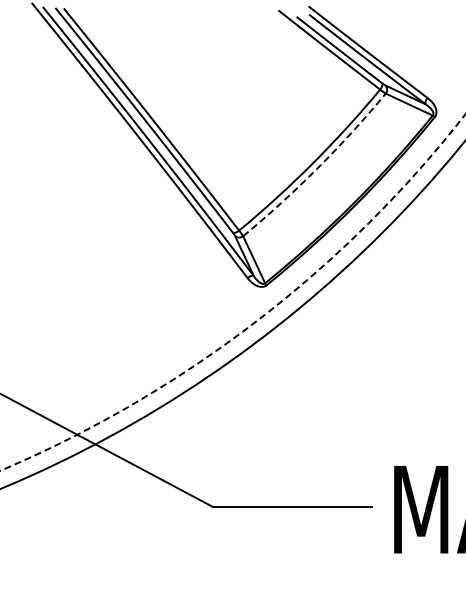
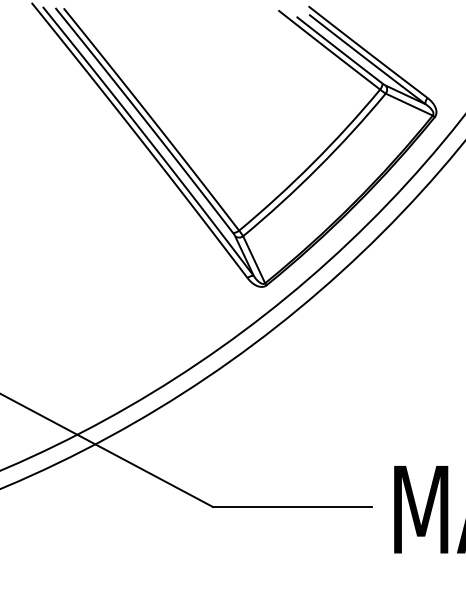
arc at (317, 168): dashed -> solid
arc at (254, 322): dashed -> solid
